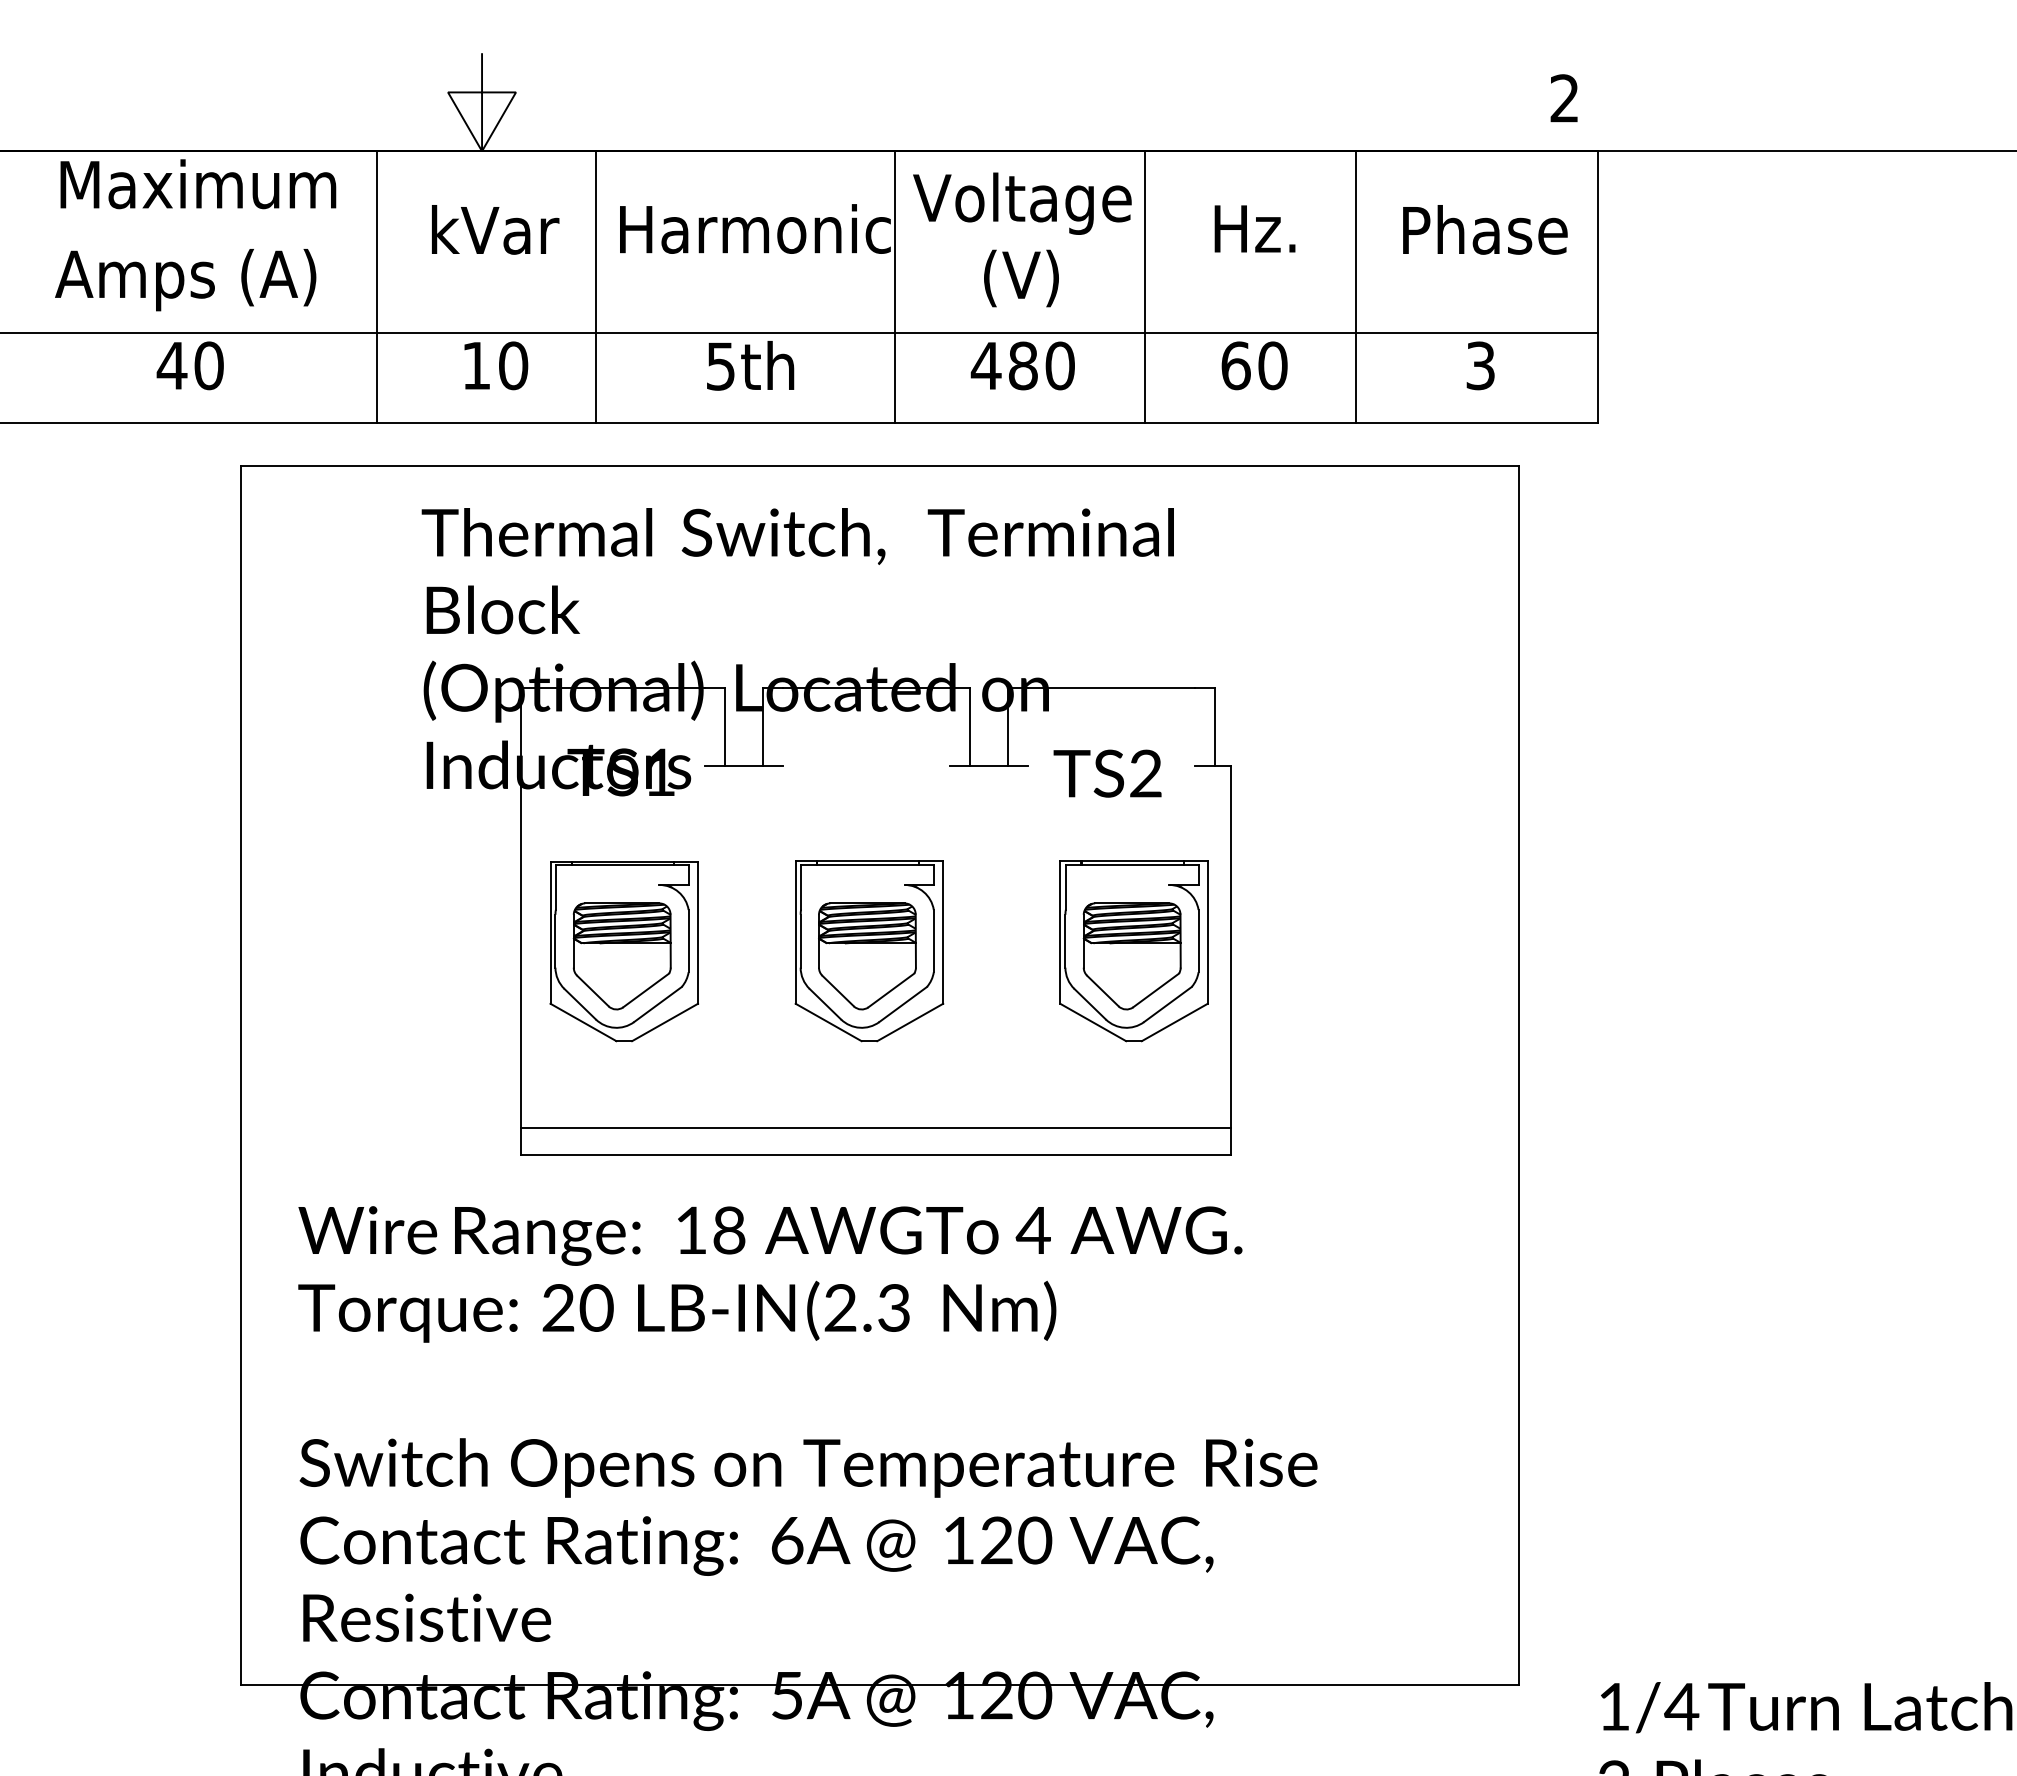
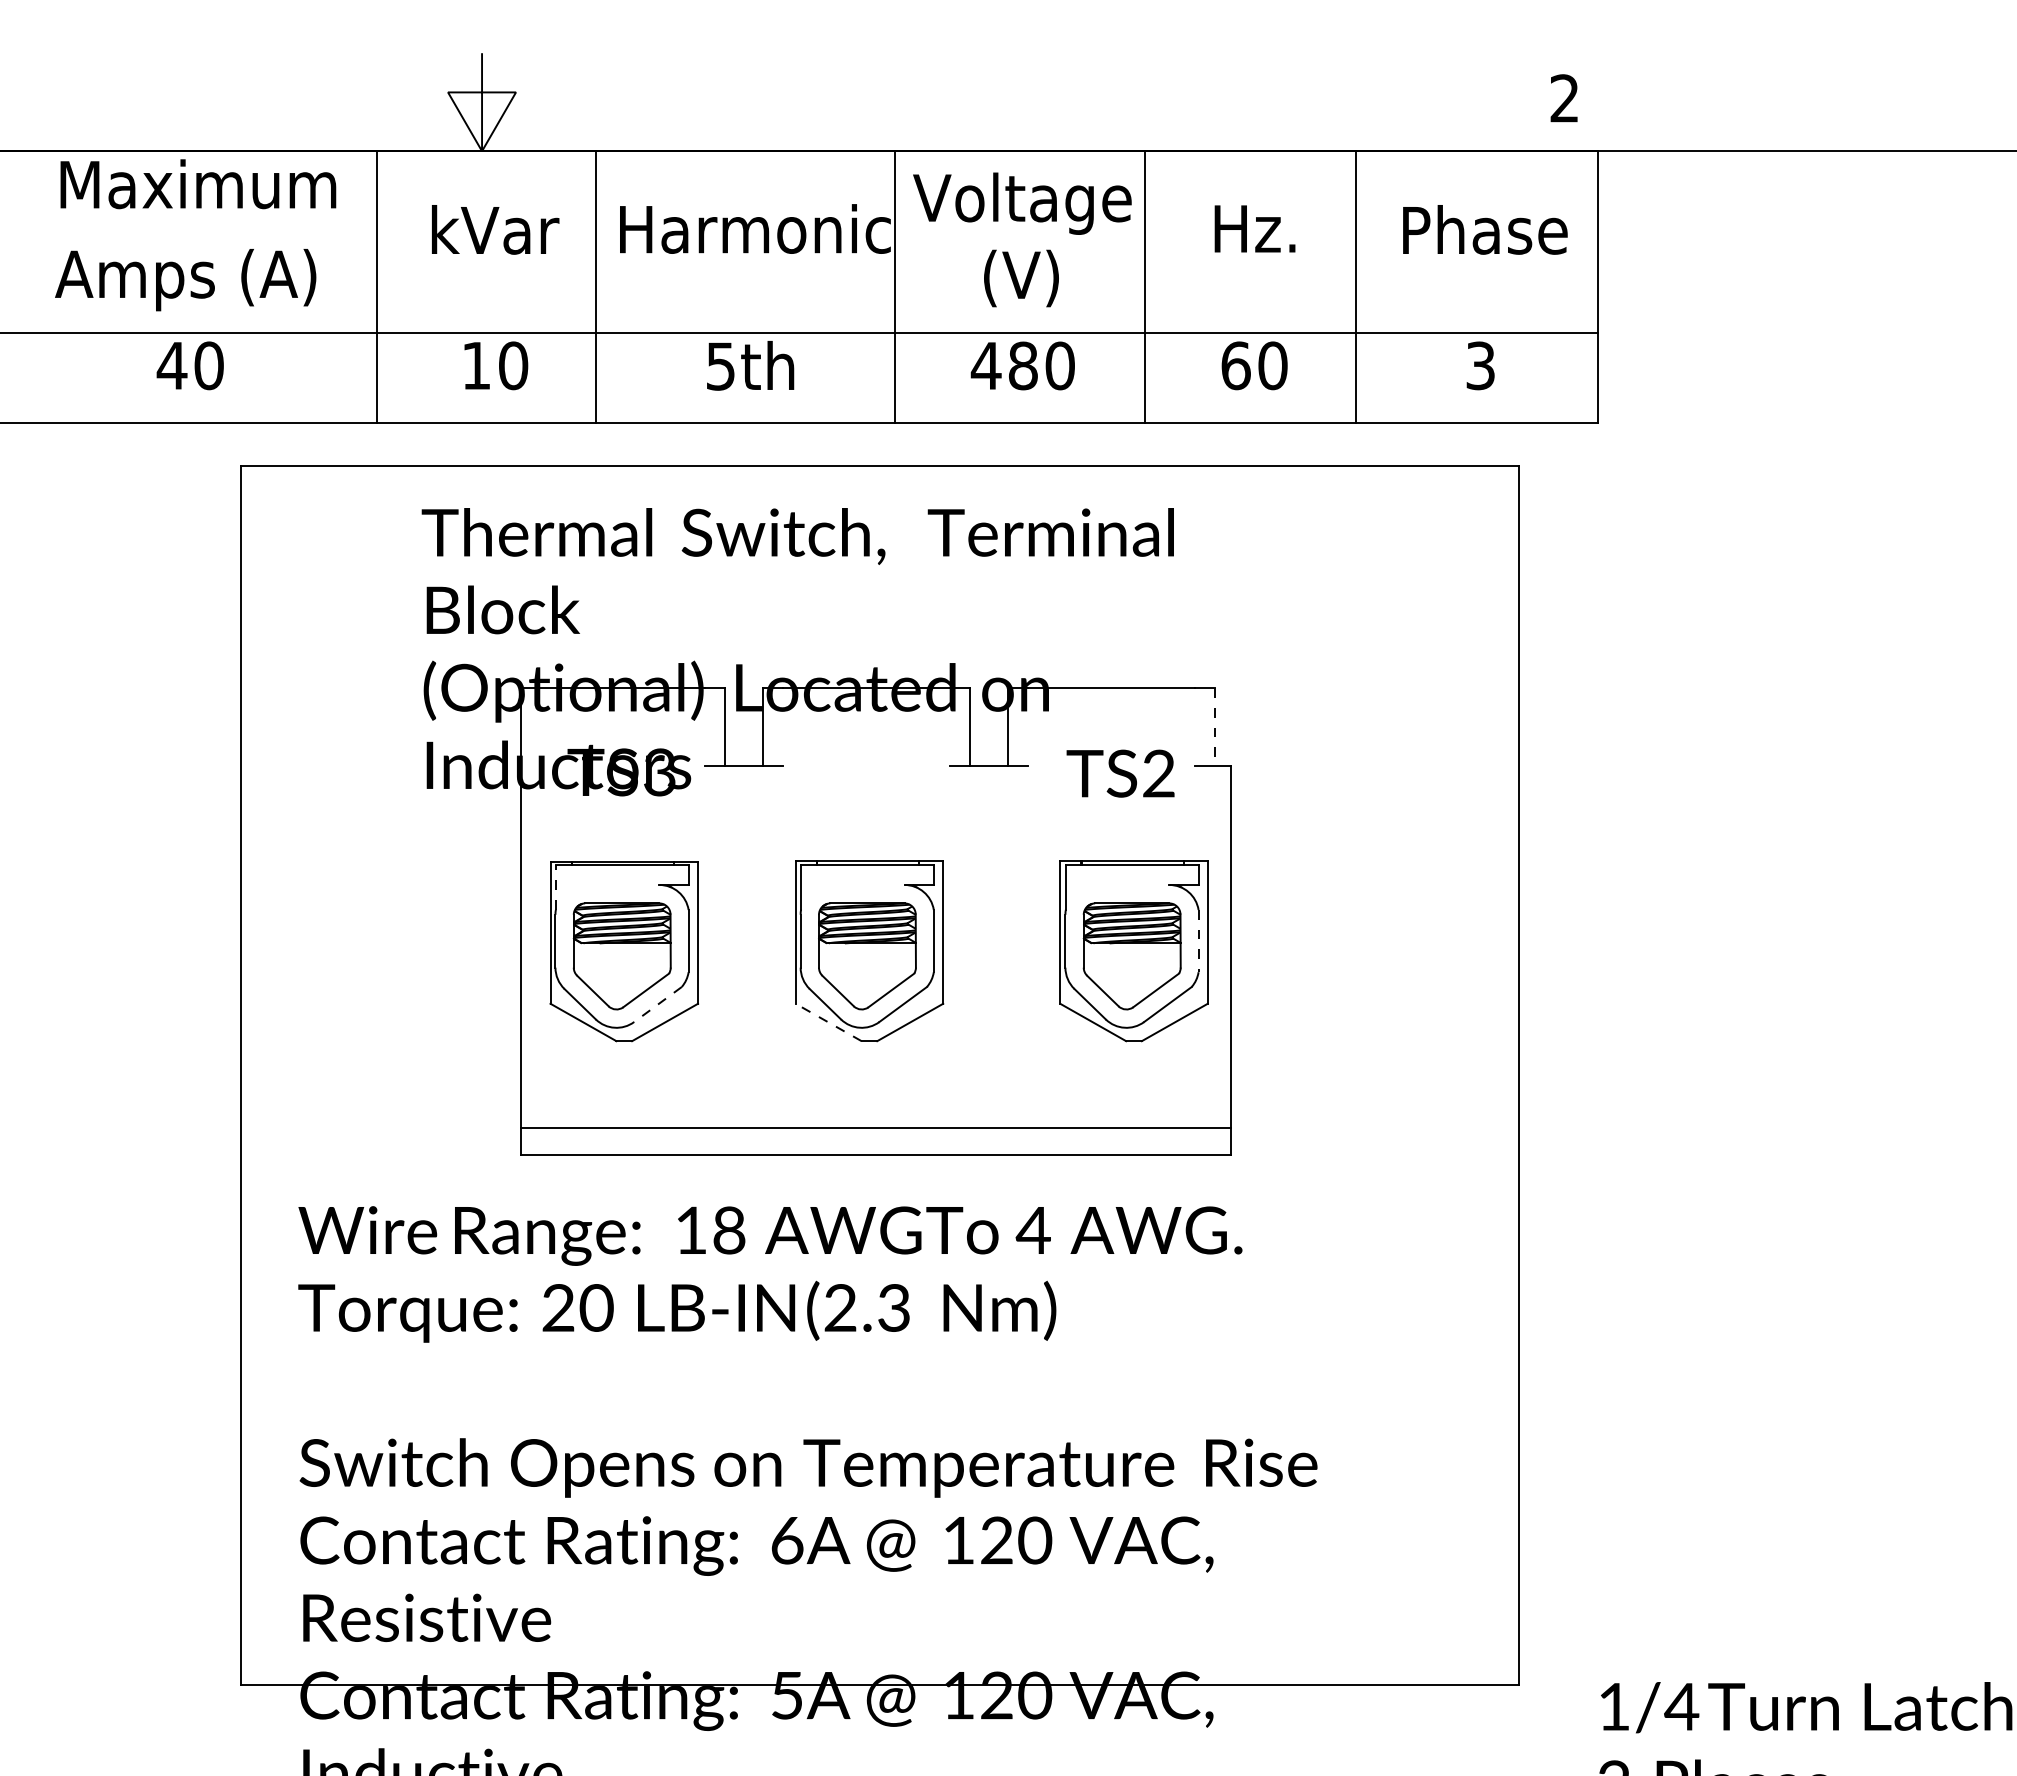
line at (1214, 727): solid -> dashed
text at (659, 772): TS1 -> TS3
text at (1107, 773) position: (1107, 773) -> (1120, 773)
line at (555, 886): solid -> dashed
line at (1198, 941): solid -> dashed
line at (657, 1004): solid -> dashed
line at (828, 1022): solid -> dashed
